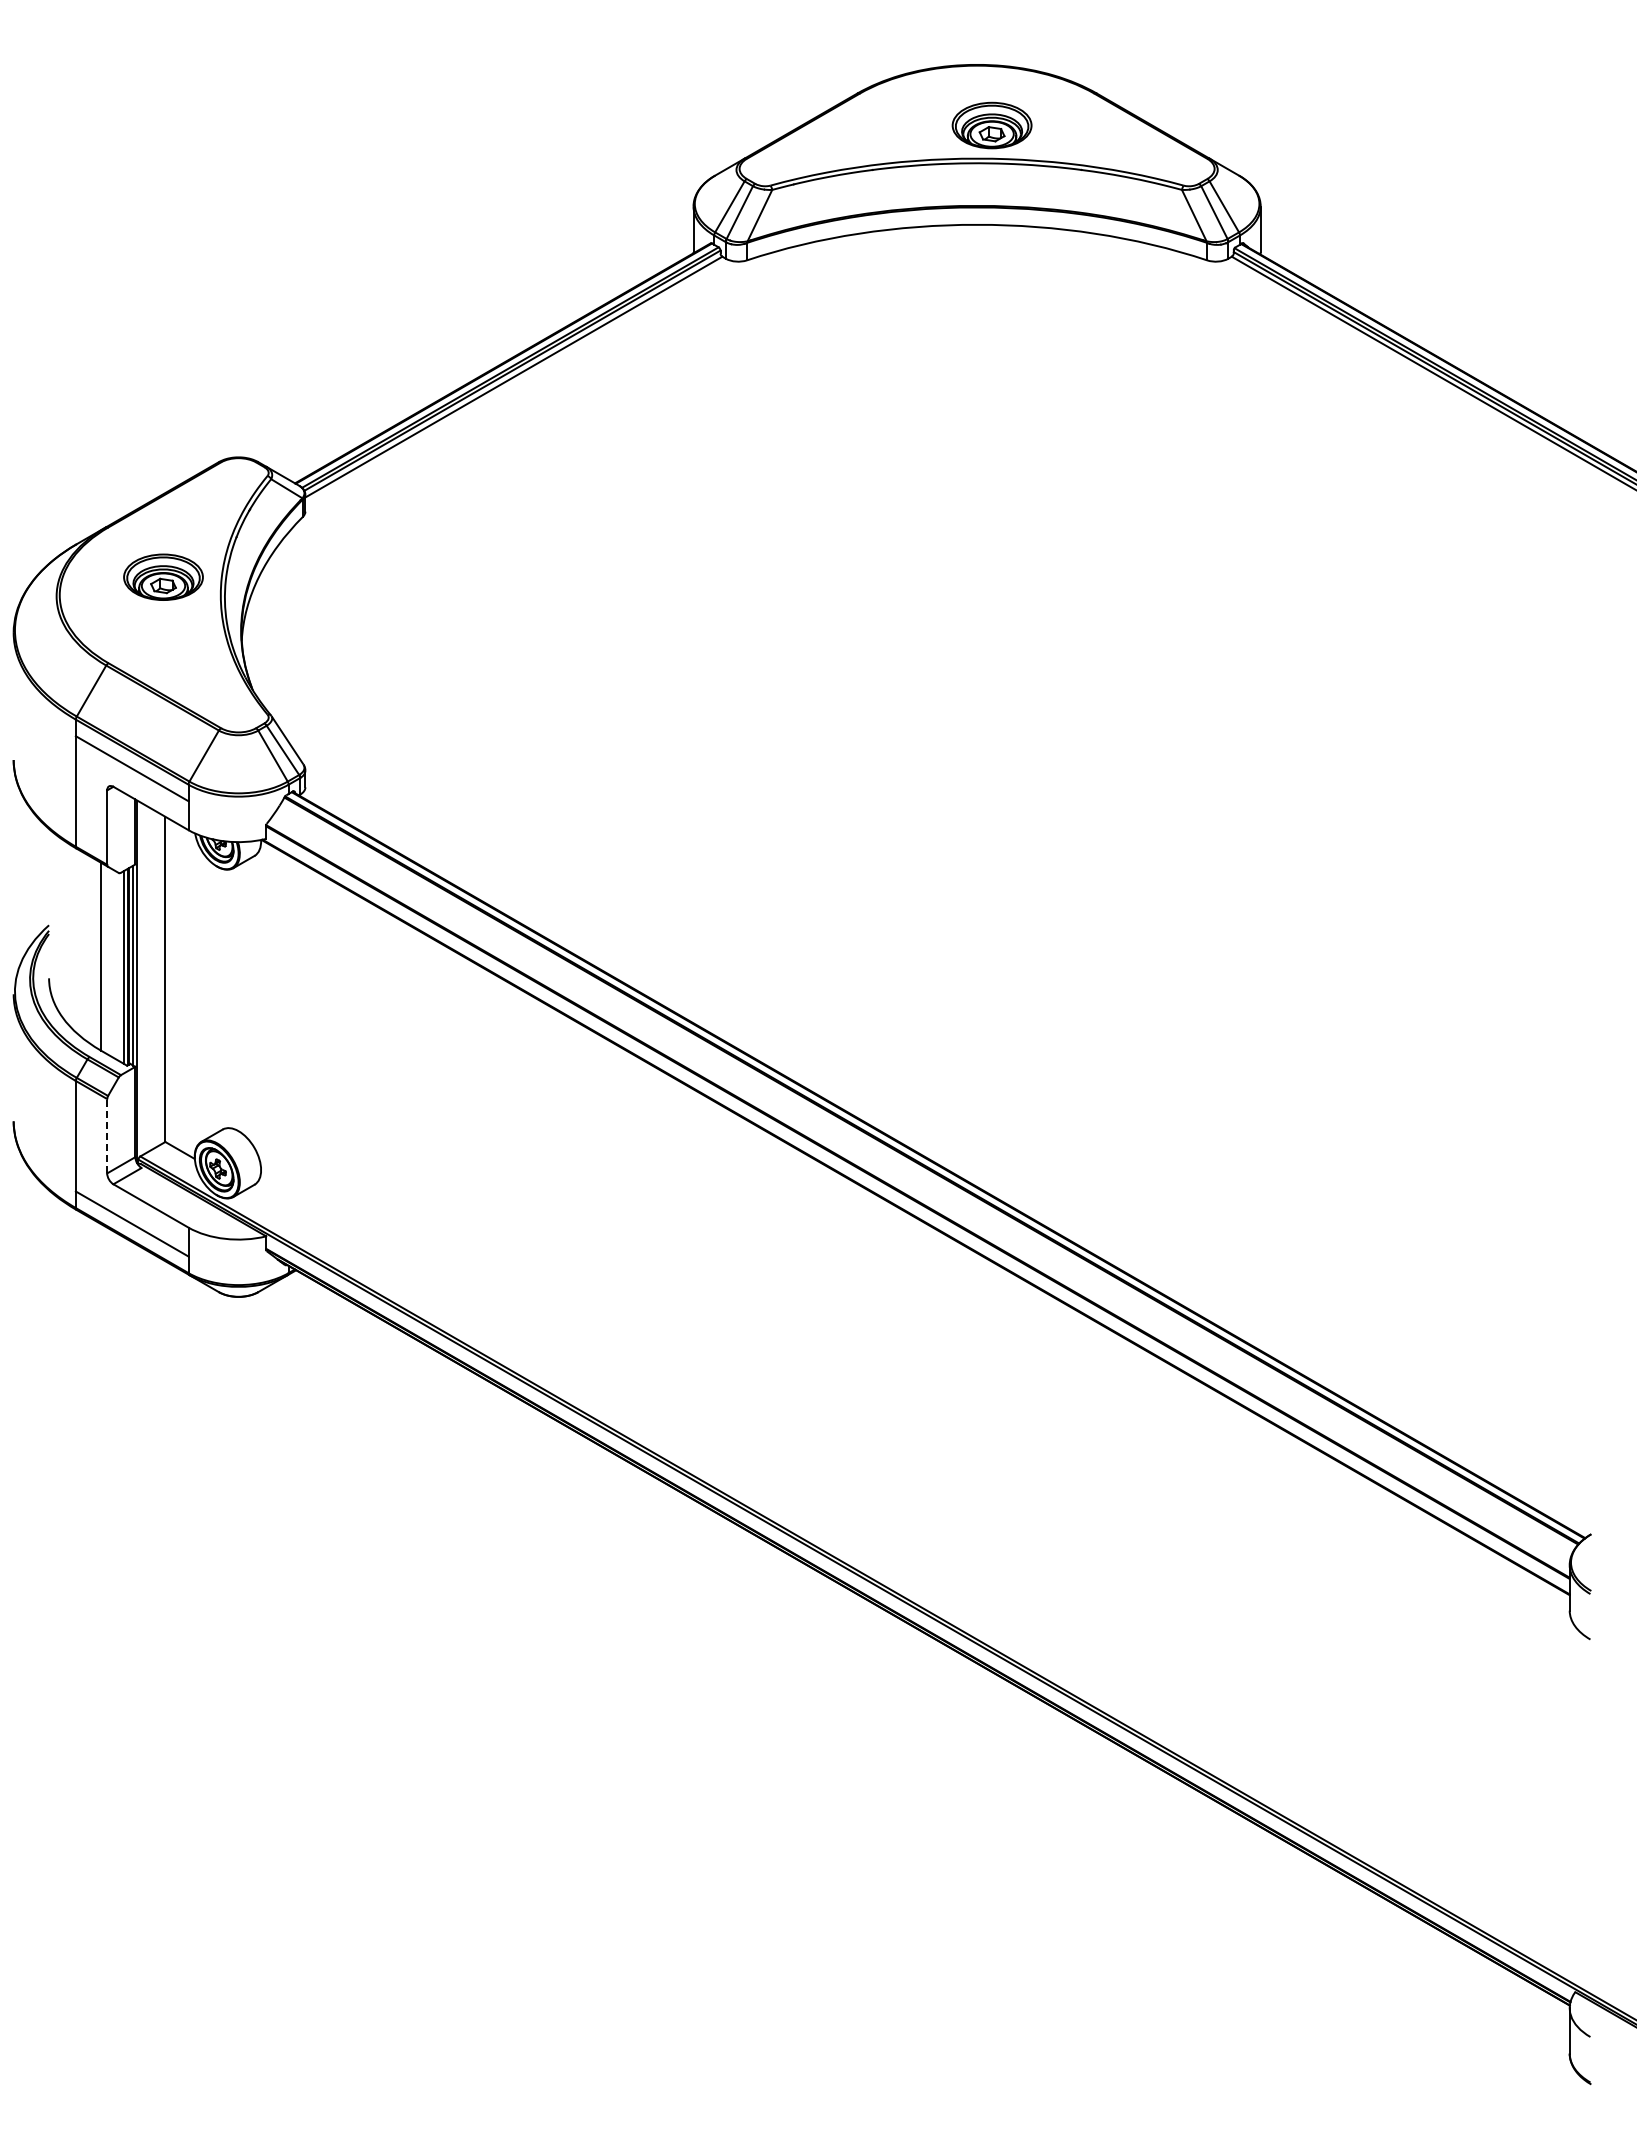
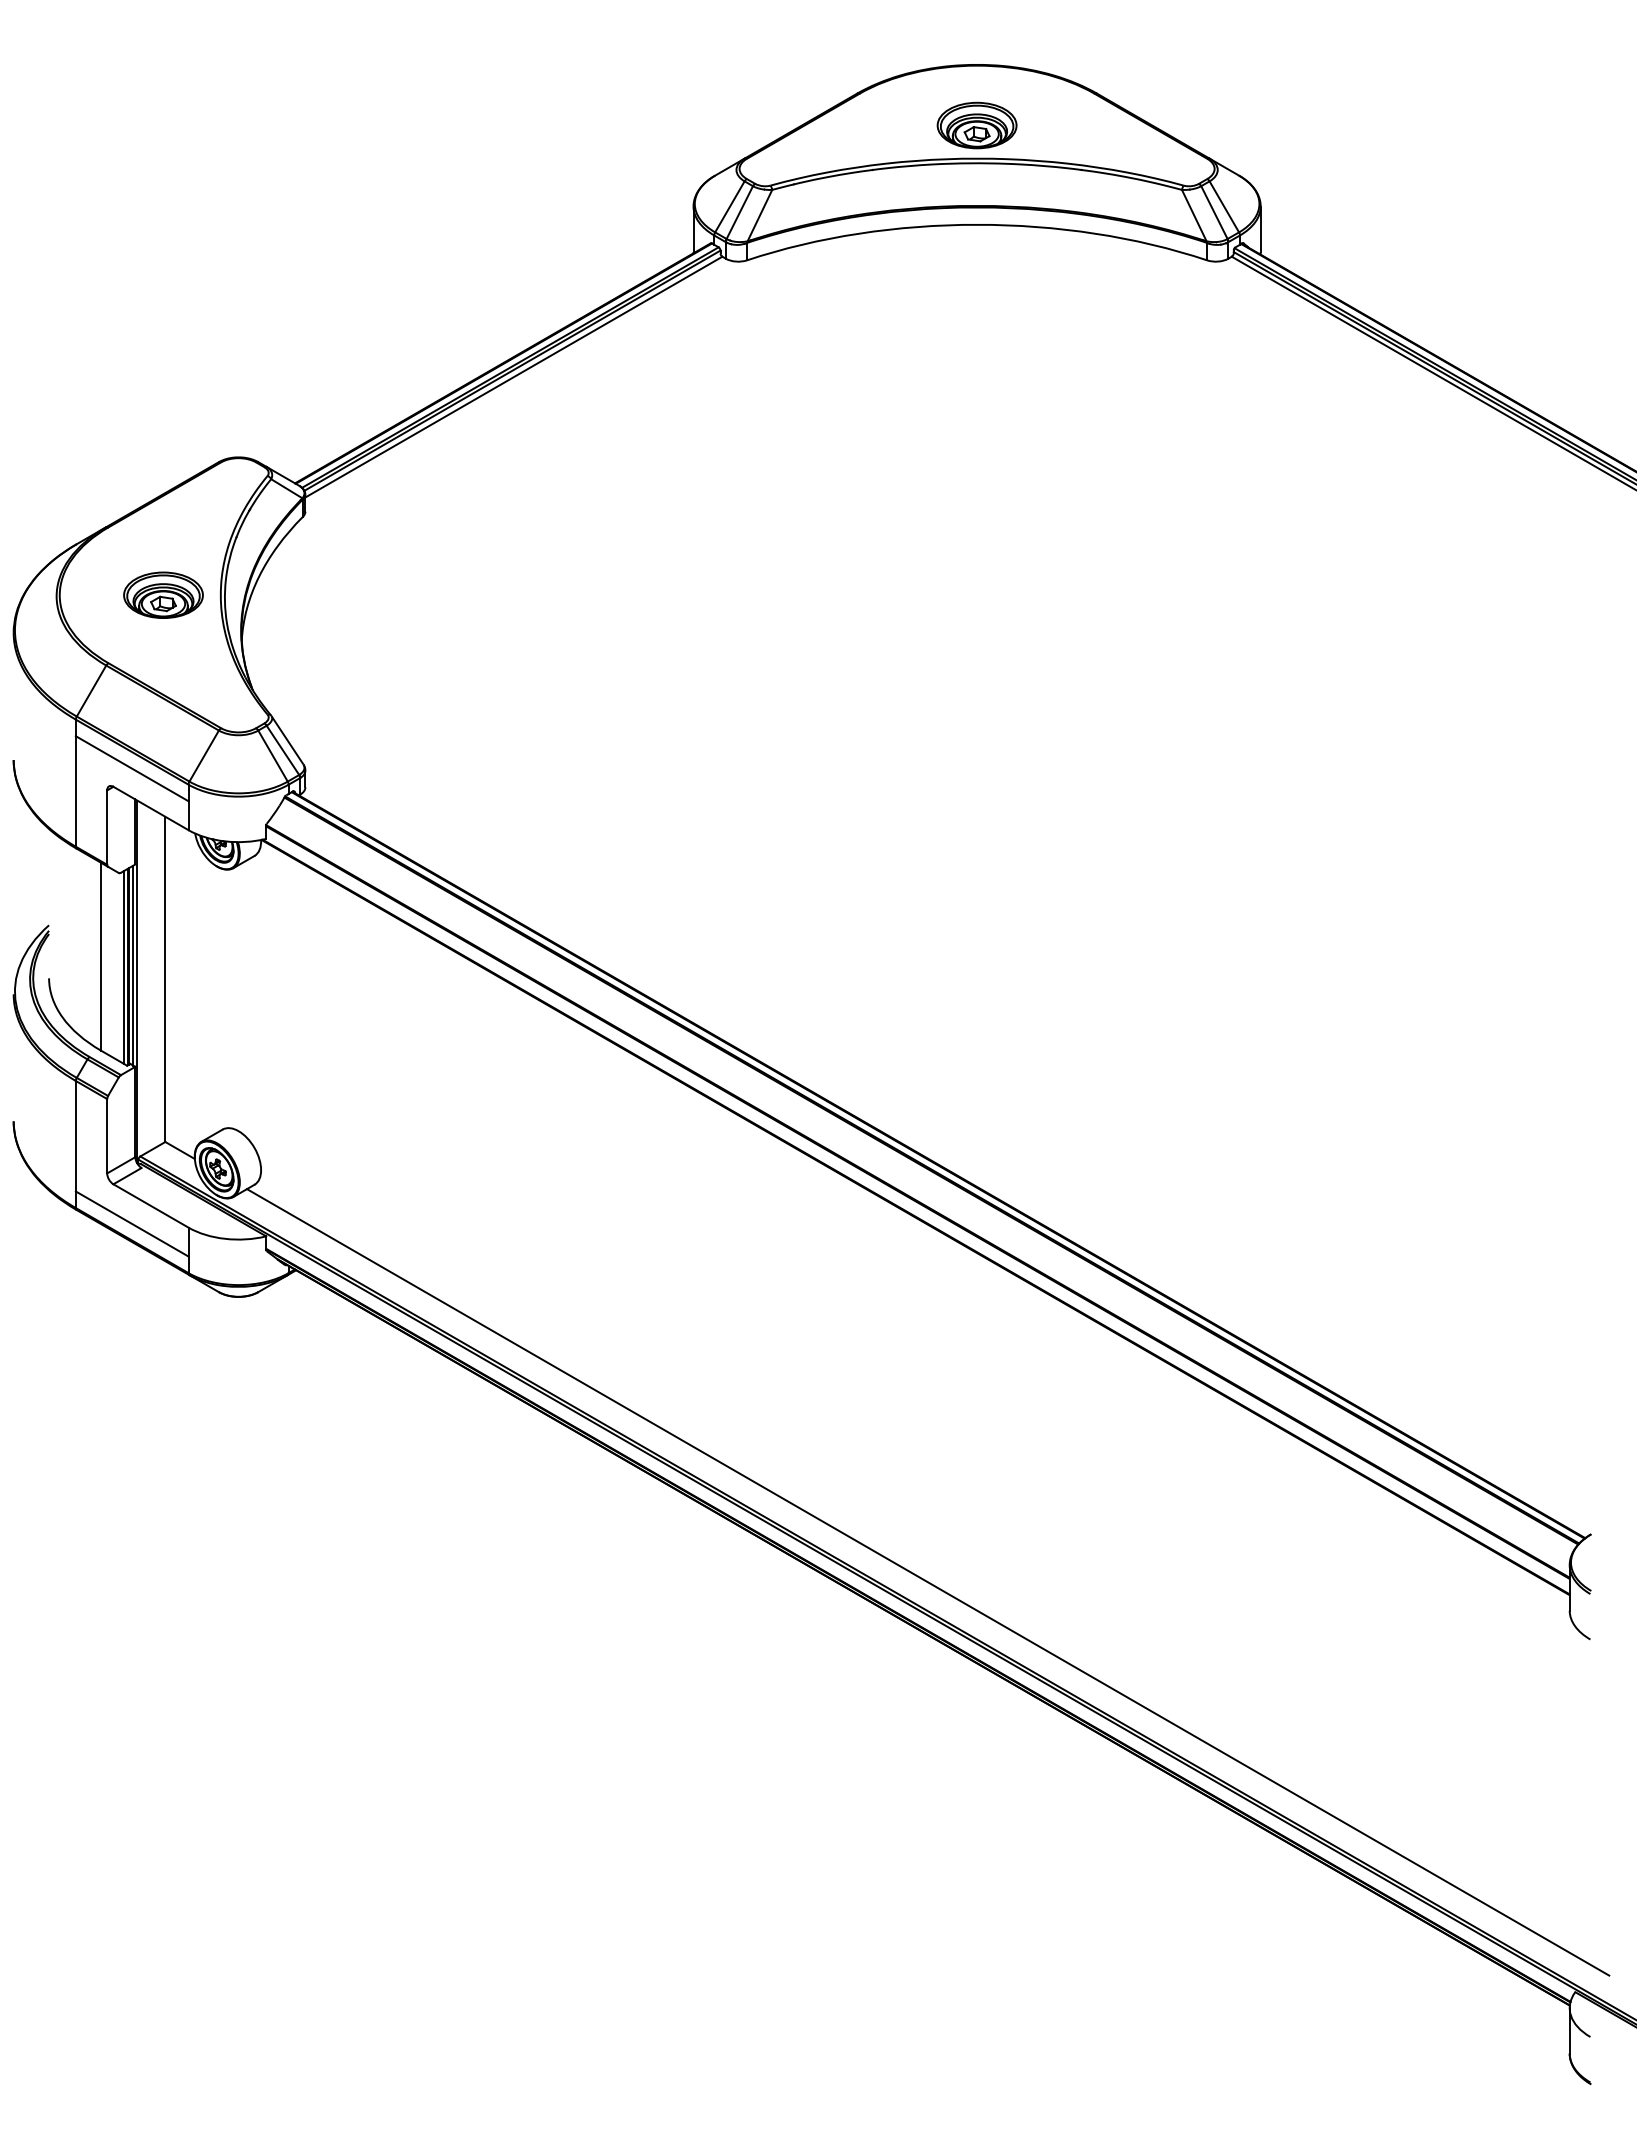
part at (991, 125) position: (991, 125) -> (976, 125)
part at (163, 576) position: (163, 576) -> (163, 594)
line at (107, 1135): dashed -> solid
line at (928, 1582): none -> present
